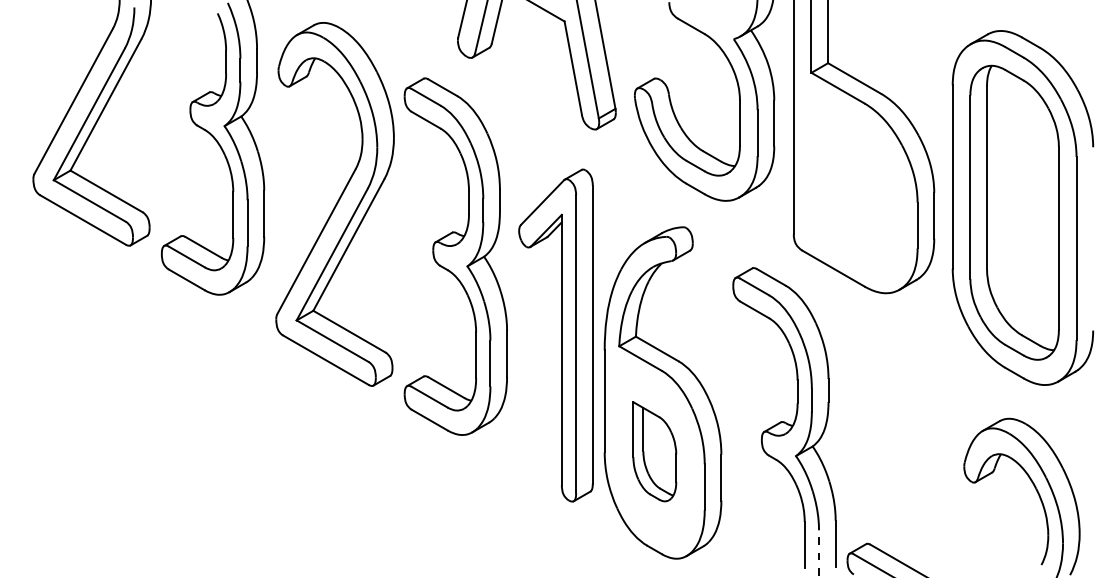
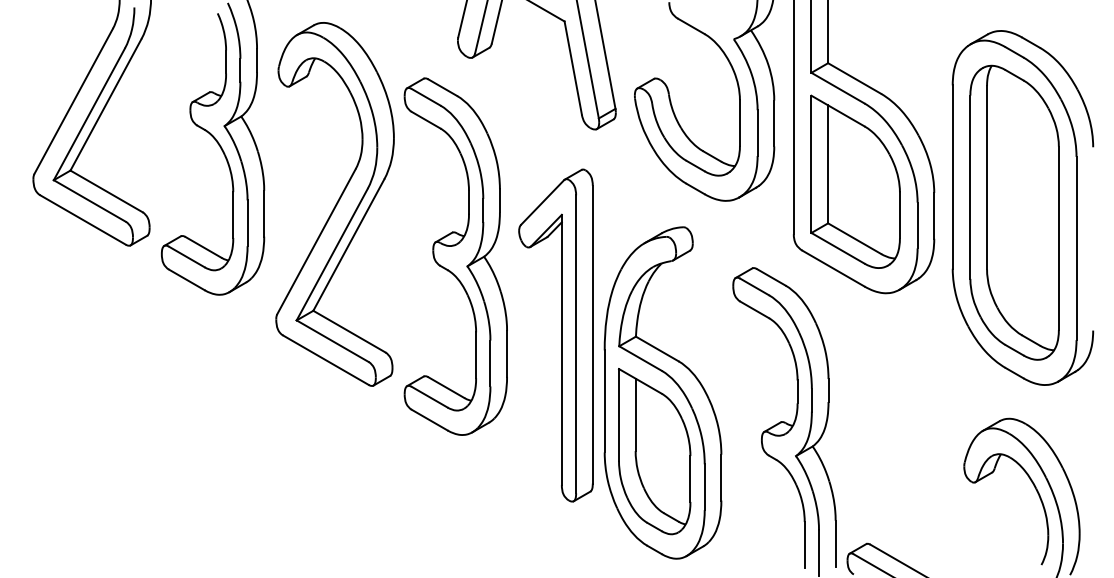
part at (855, 181): none -> present
part at (654, 451) size: 46x102 px -> 74x168 px
line at (819, 553): dashed -> solid
